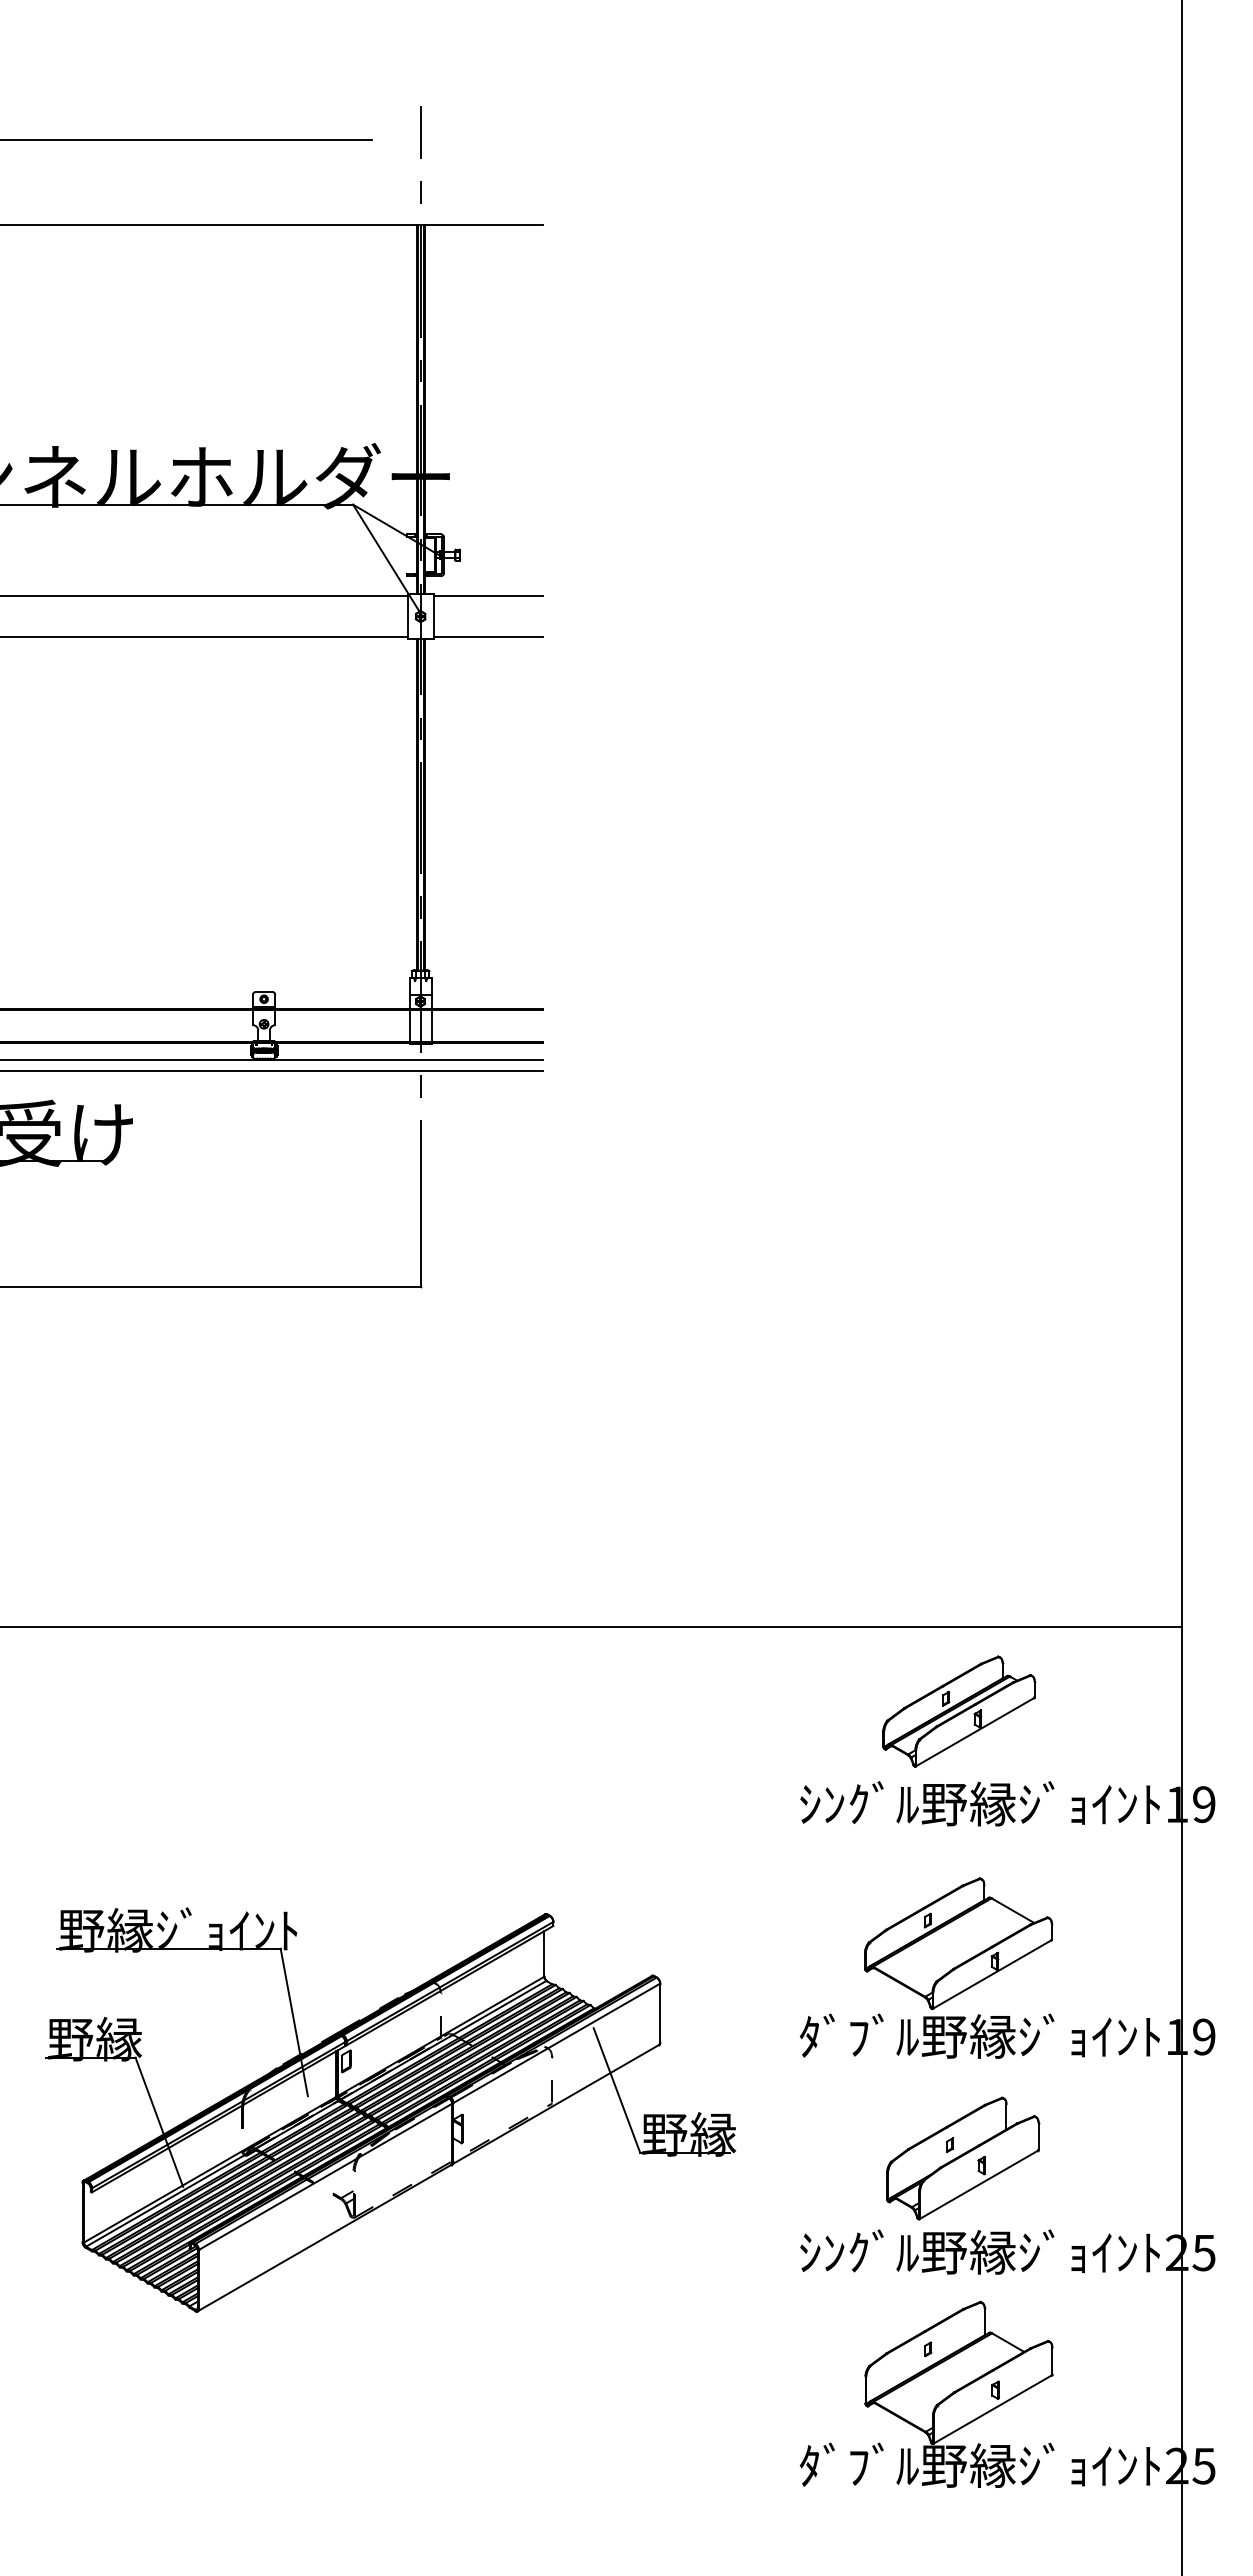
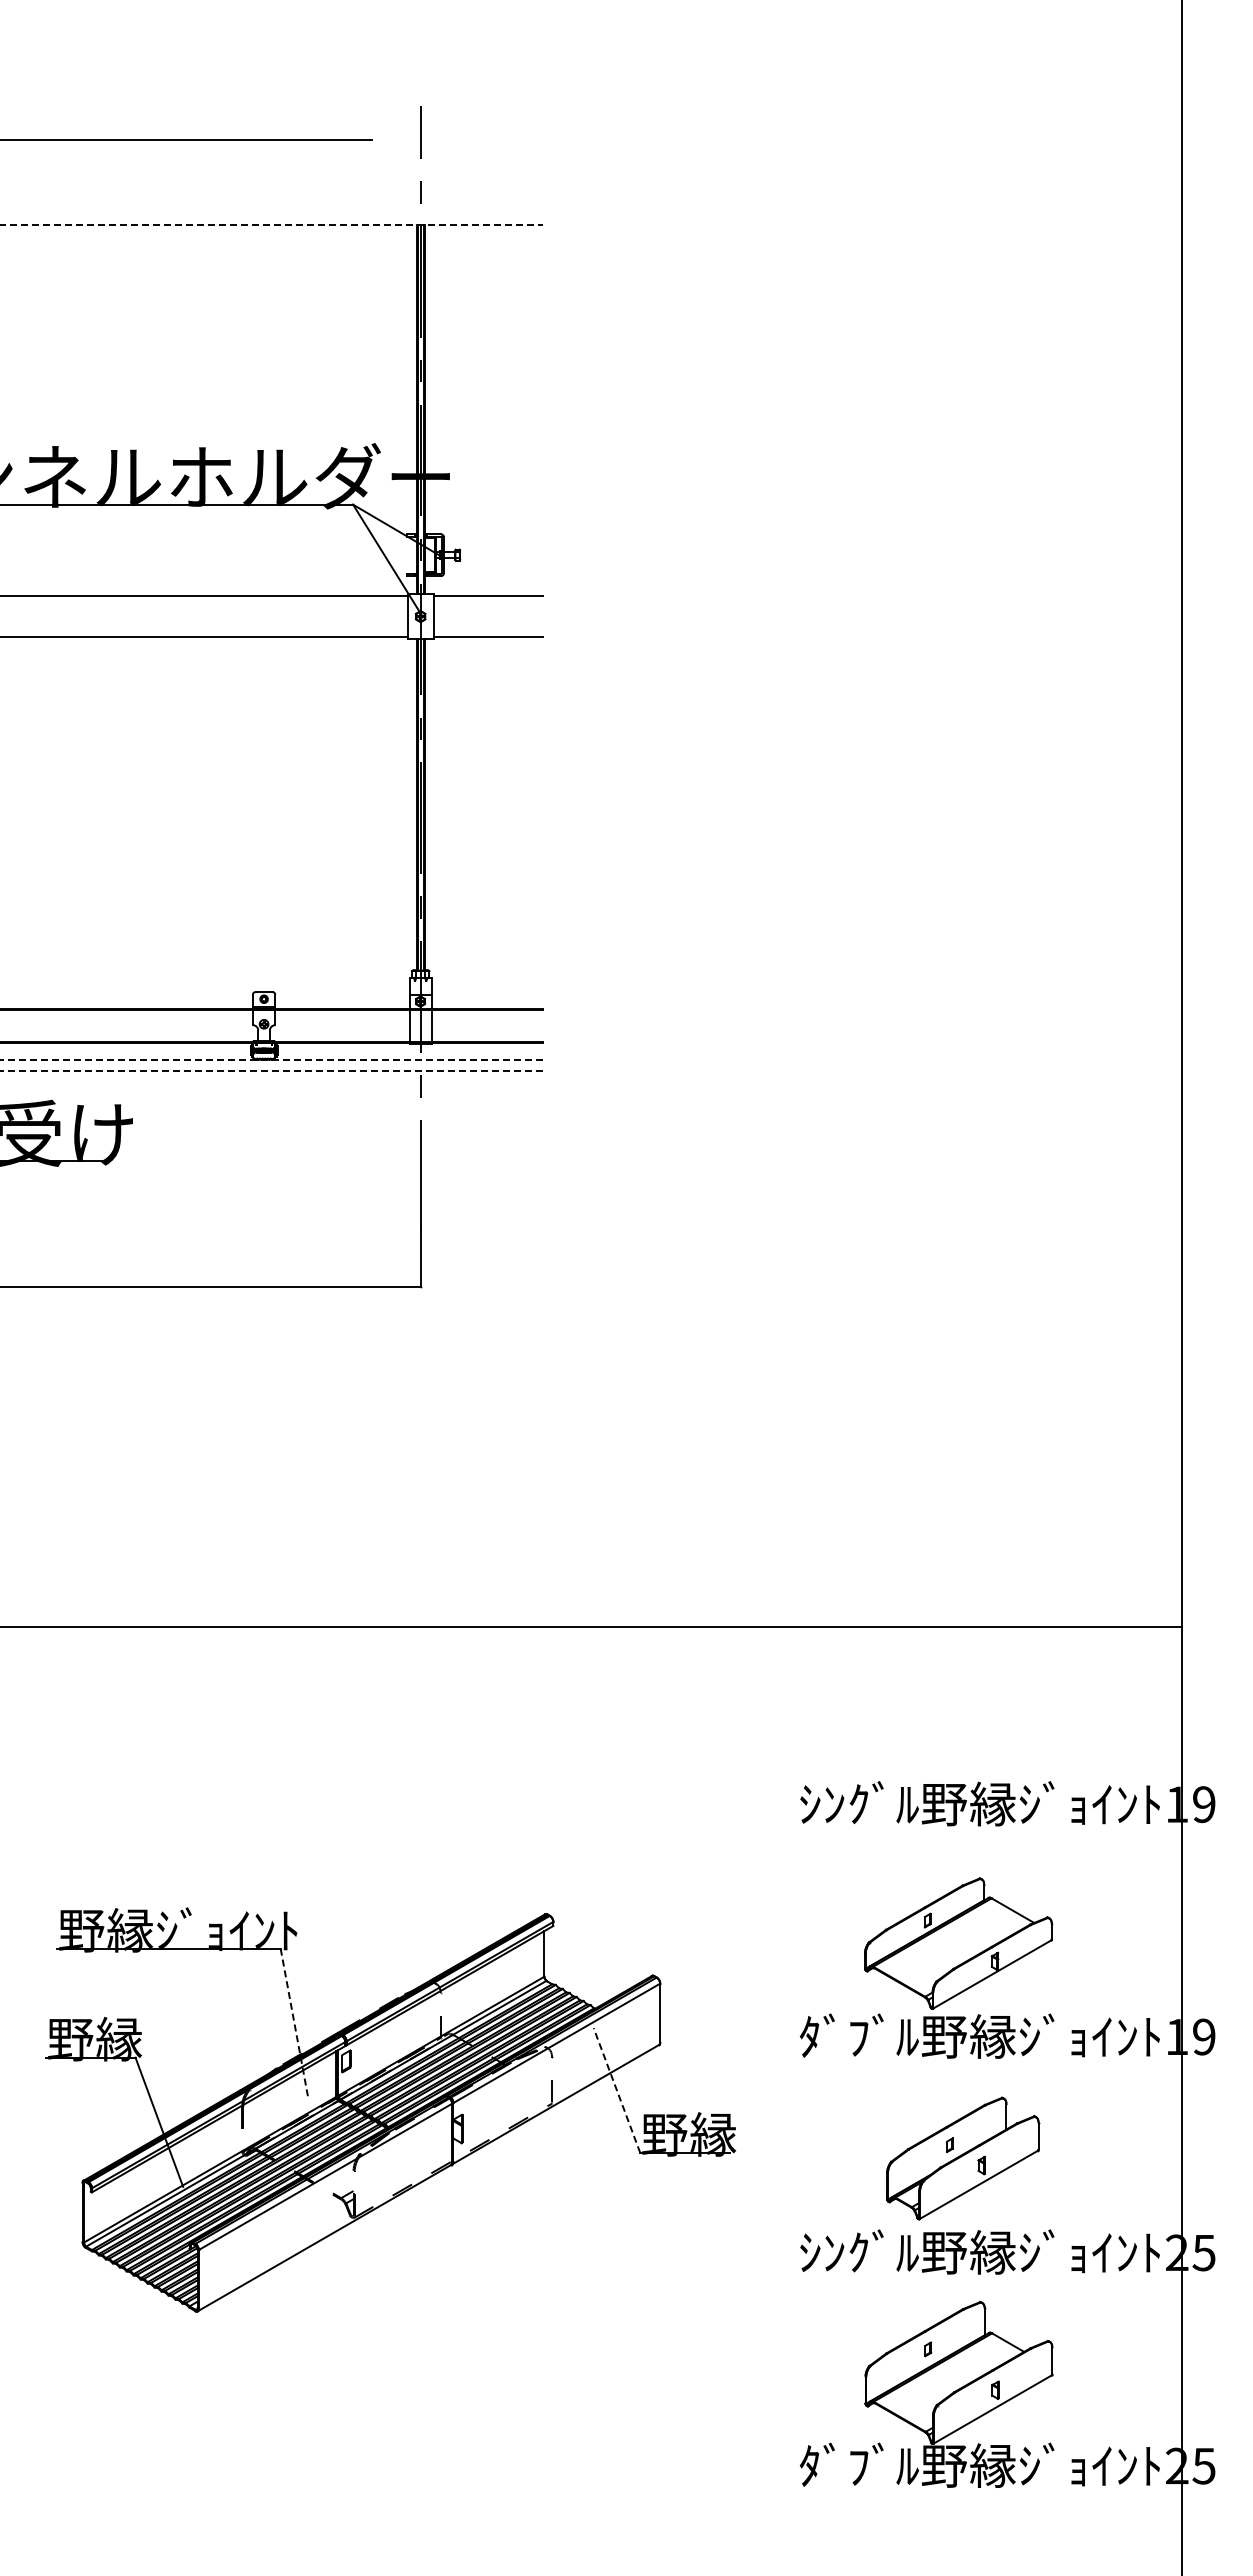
line at (272, 224): solid -> dashed
line at (271, 1059): solid -> dashed
line at (271, 1070): solid -> dashed
part at (959, 1711): present -> none
line at (294, 2022): solid -> dashed
line at (616, 2090): solid -> dashed
